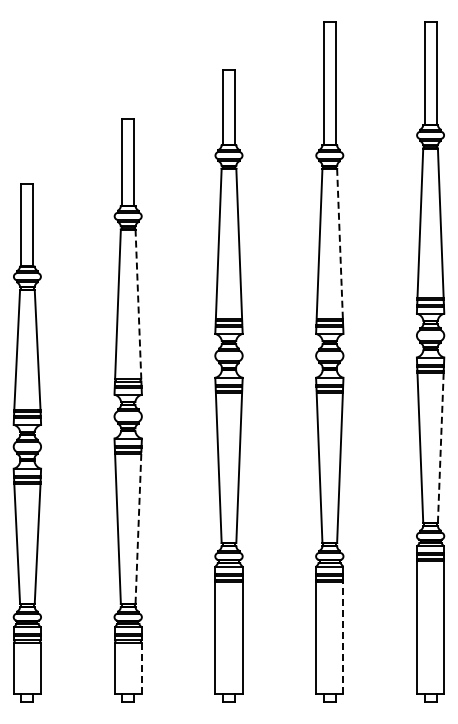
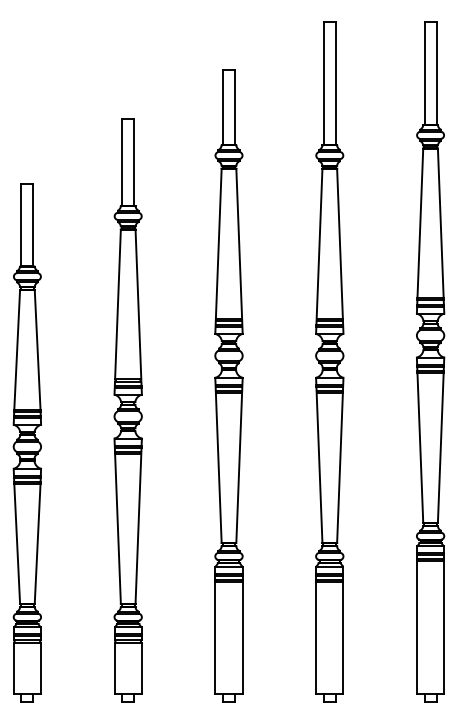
line at (339, 243): dashed -> solid
line at (138, 304): dashed -> solid
line at (440, 447): dashed -> solid
line at (138, 528): dashed -> solid
line at (343, 637): dashed -> solid
line at (141, 668): dashed -> solid
